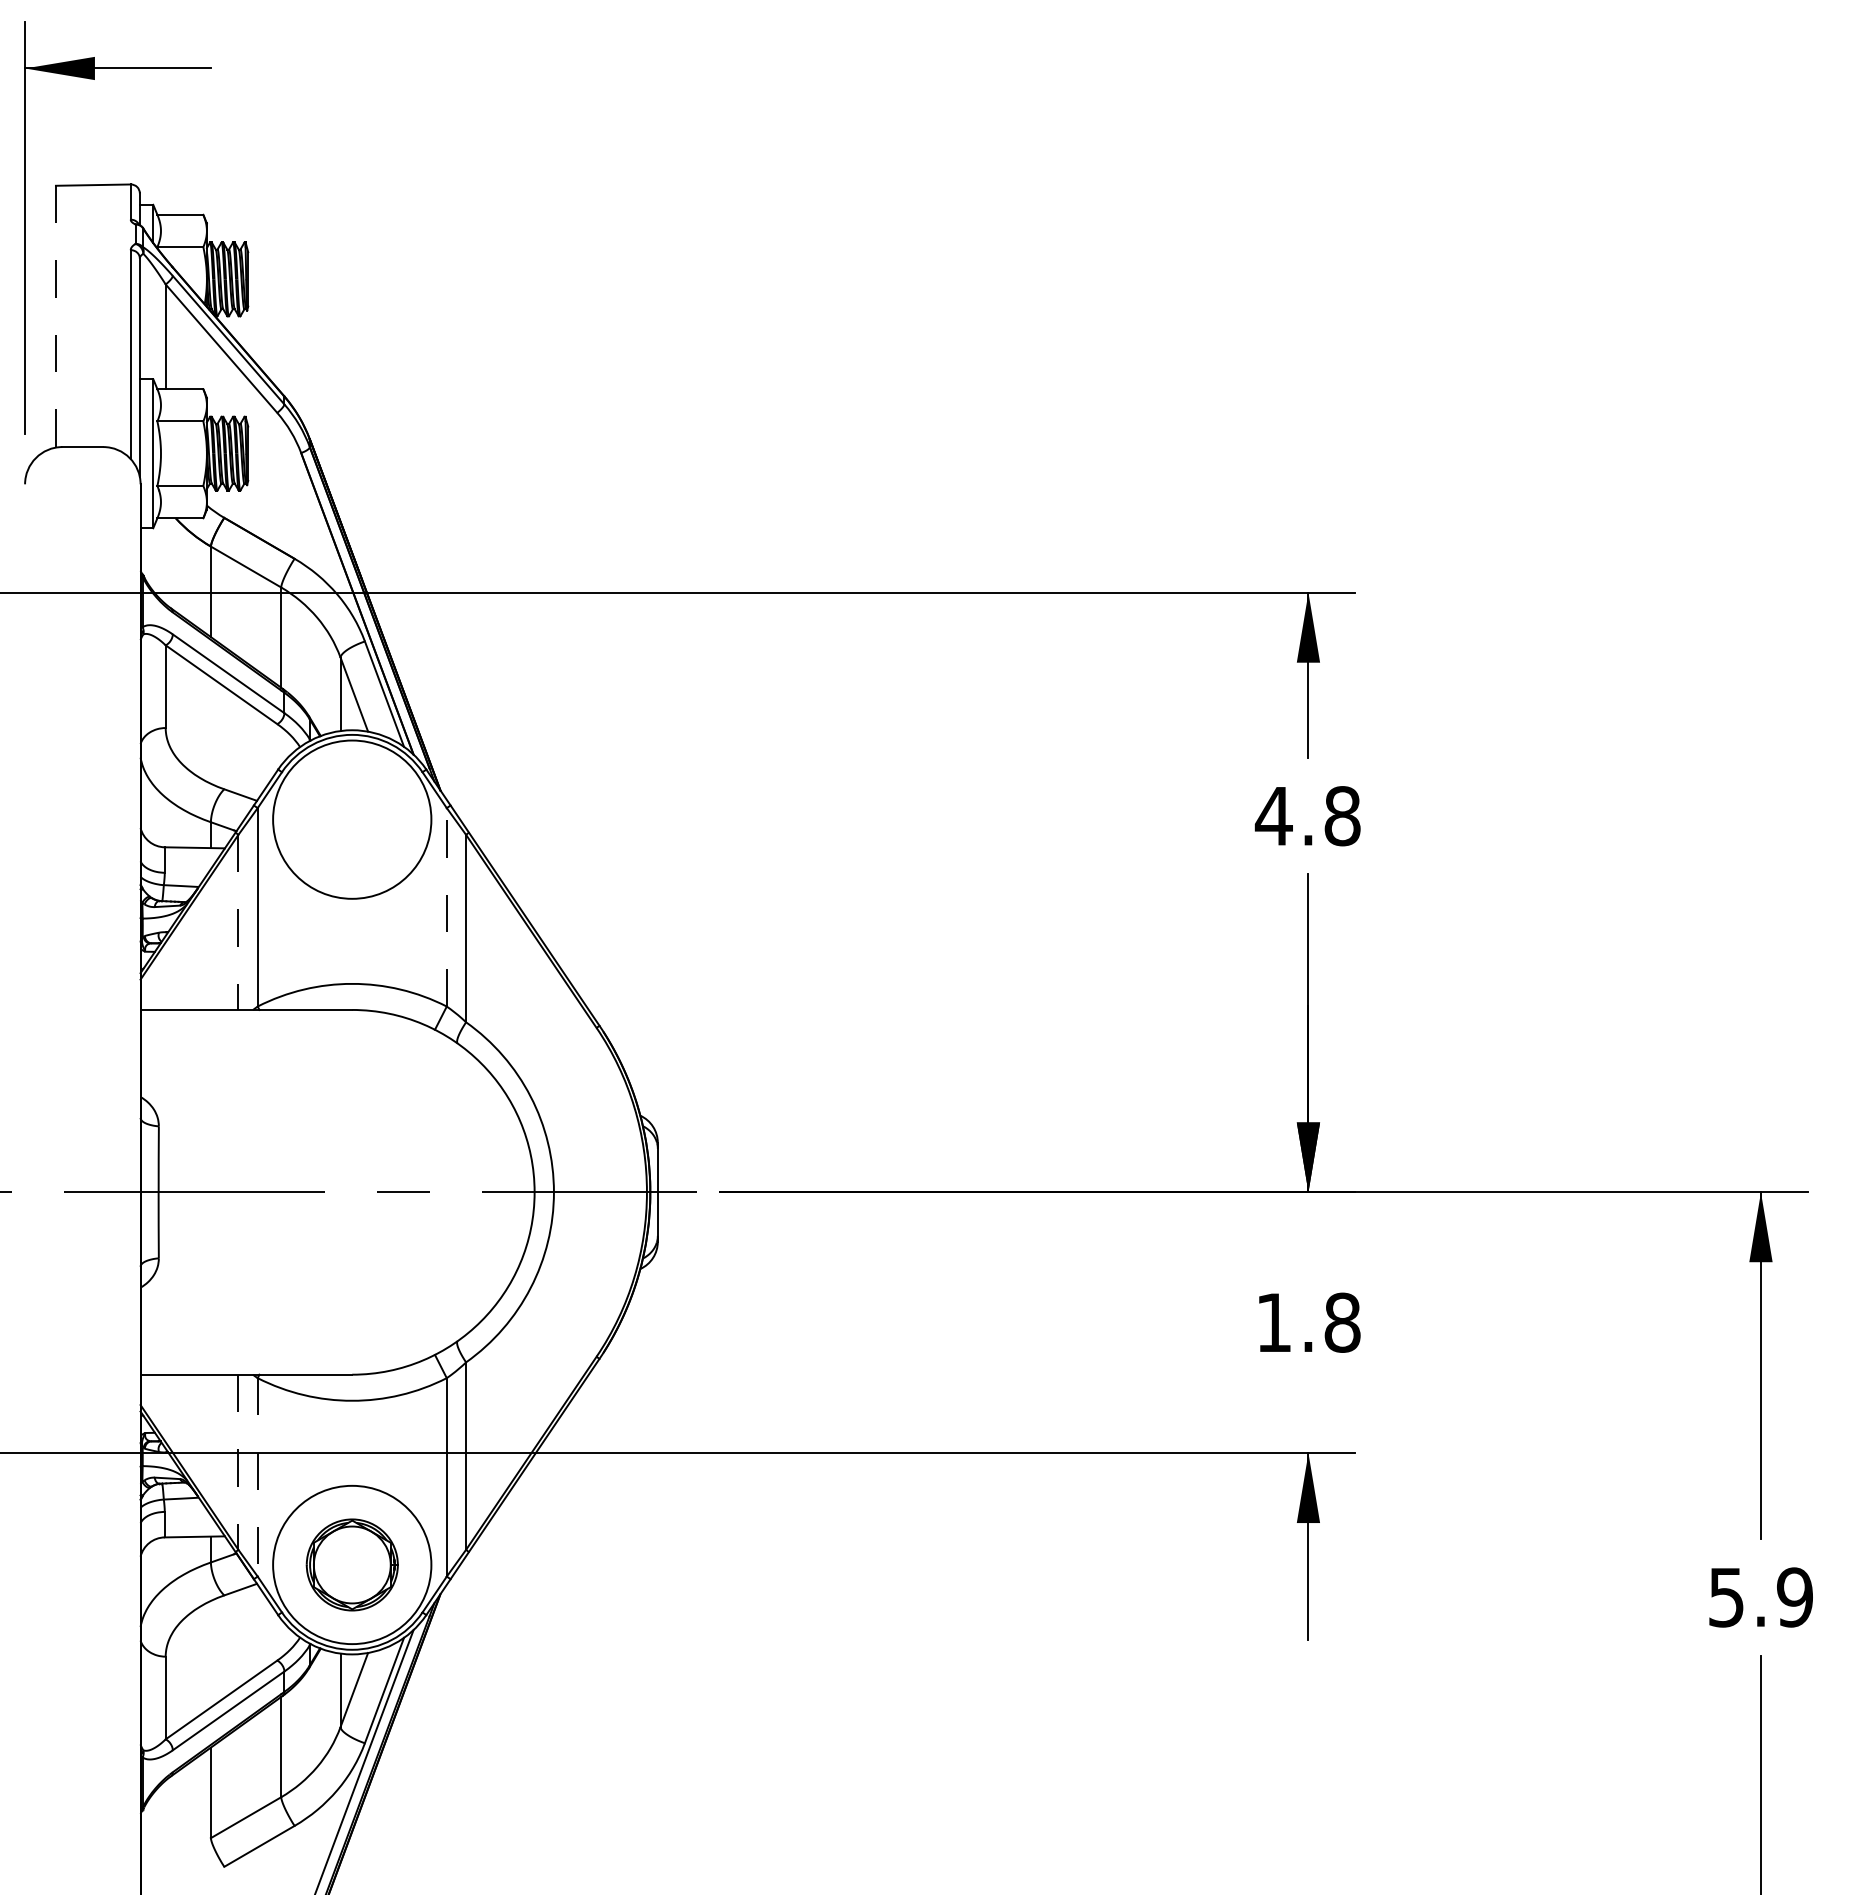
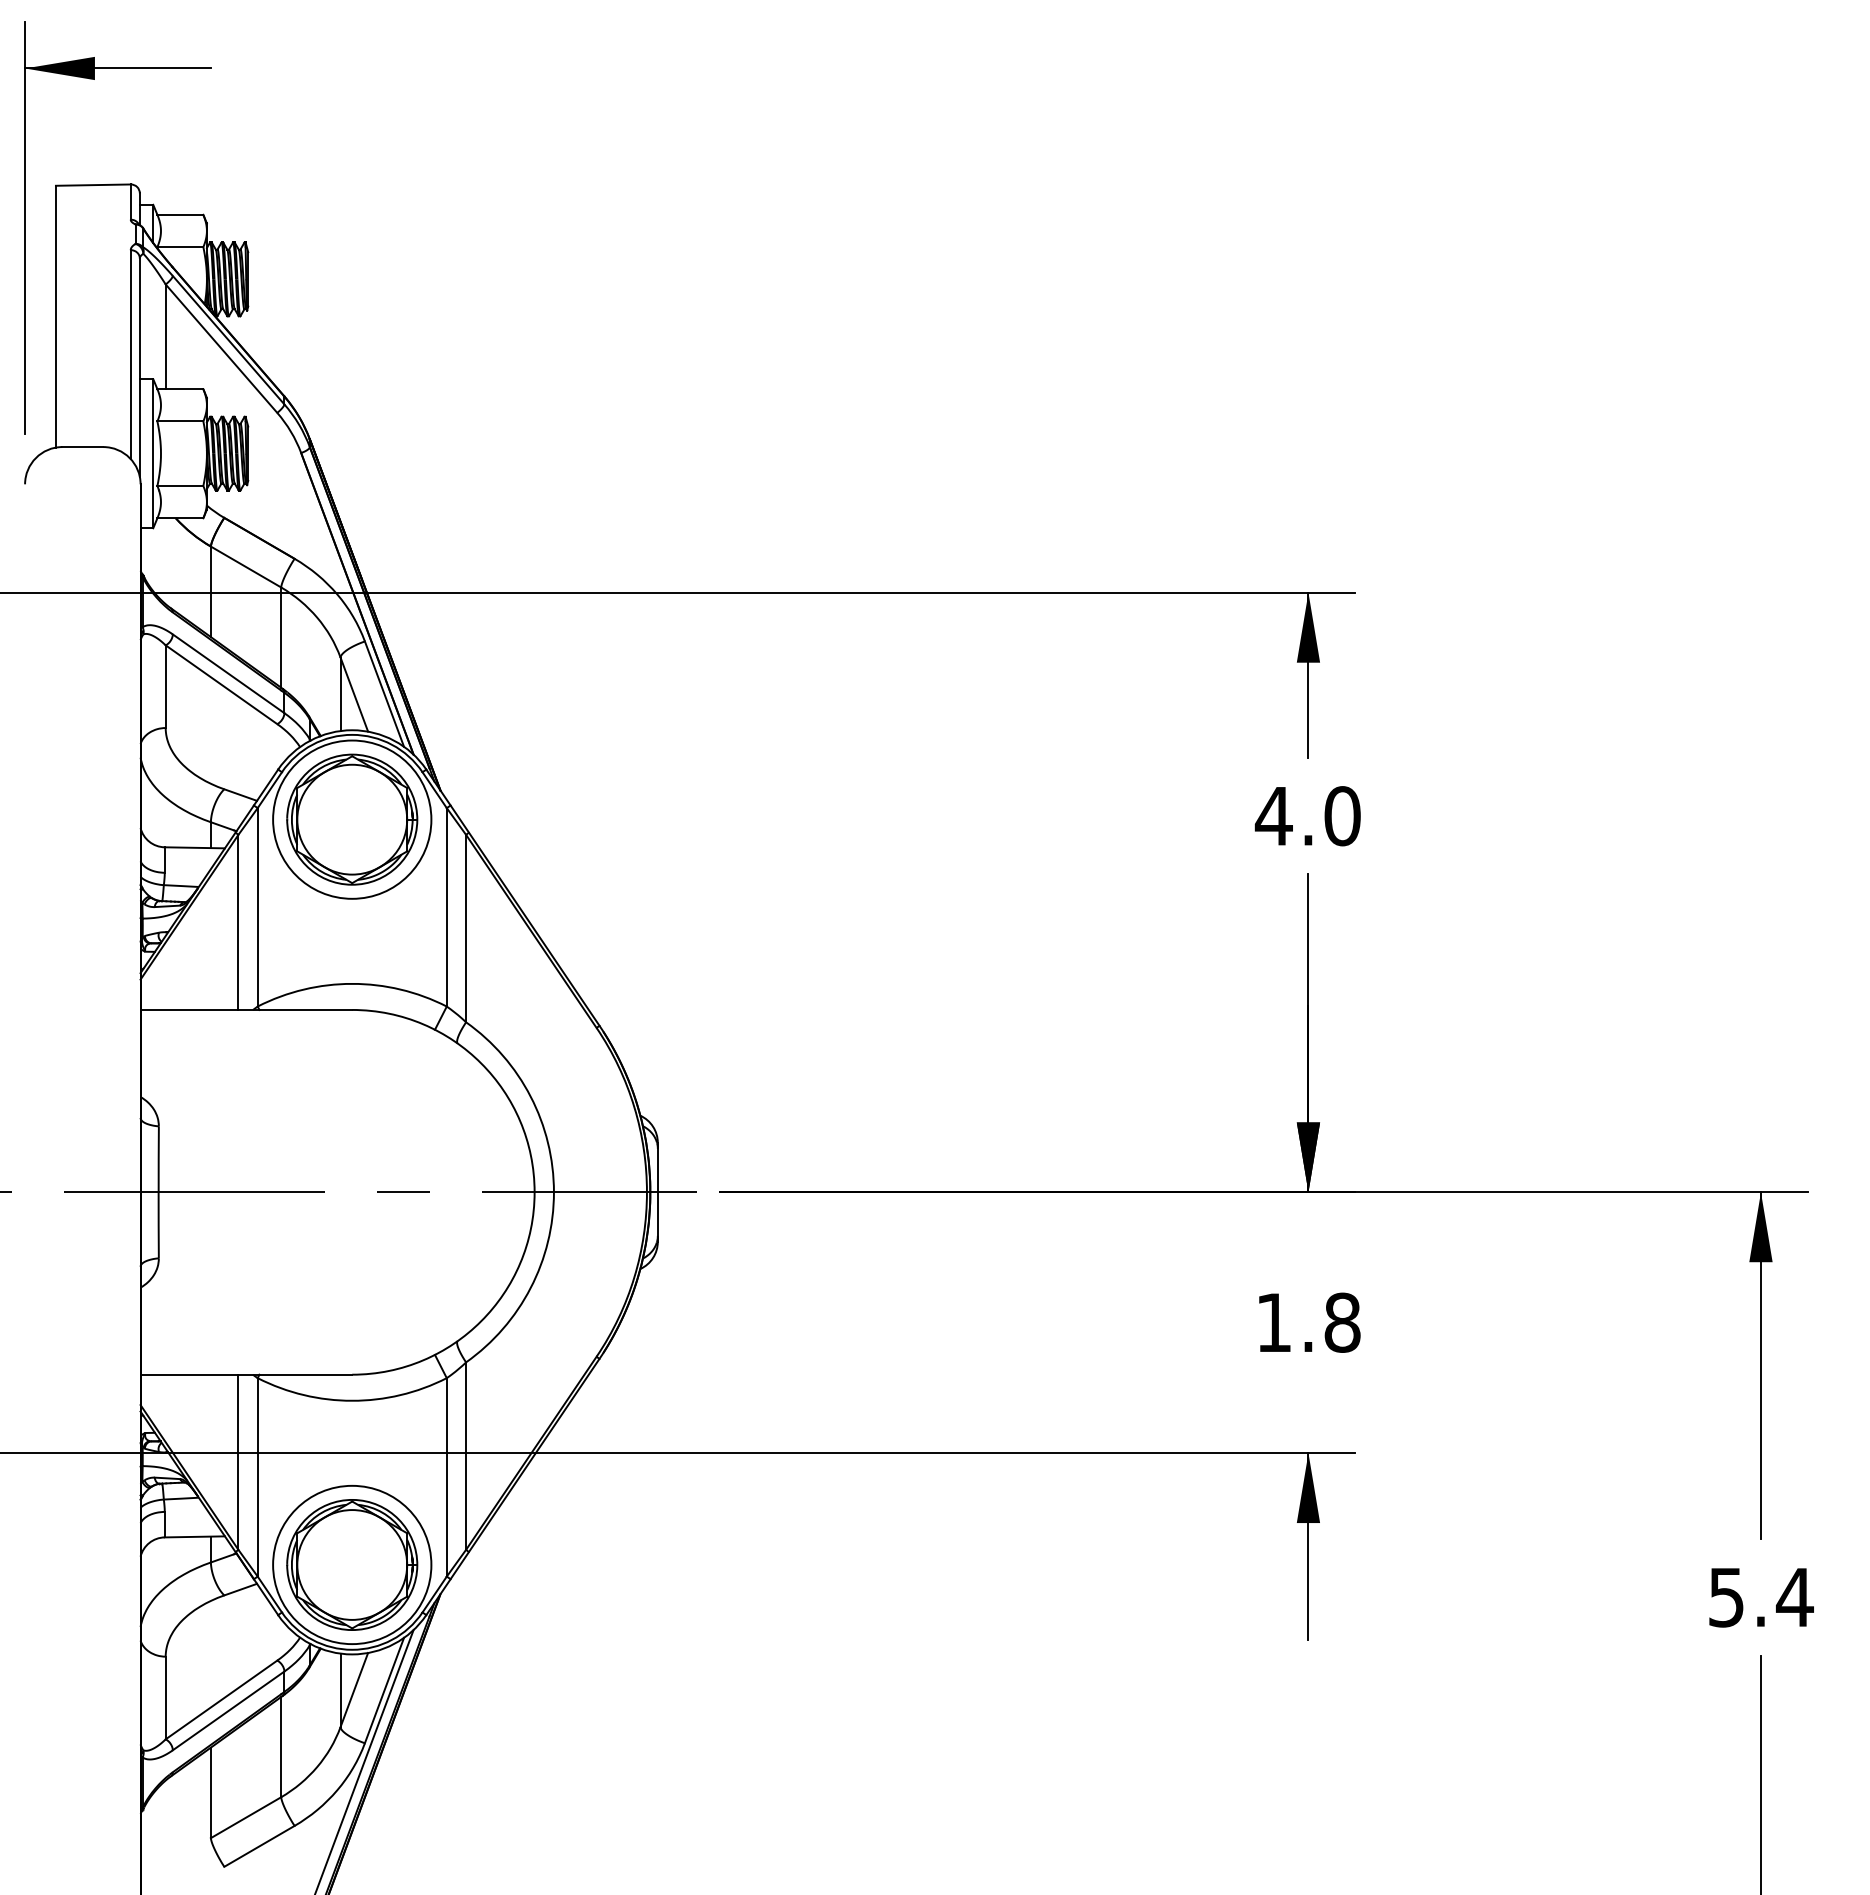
line at (55, 316): dashed -> solid
text at (1342, 816): 4.8 -> 4.0
part at (352, 819): none -> present
line at (446, 906): dashed -> solid
line at (238, 922): dashed -> solid
line at (238, 1462): dashed -> solid
line at (257, 1477): dashed -> solid
part at (351, 1564) size: 94x94 px -> 133x132 px
text at (1794, 1597): 5.9 -> 5.4
